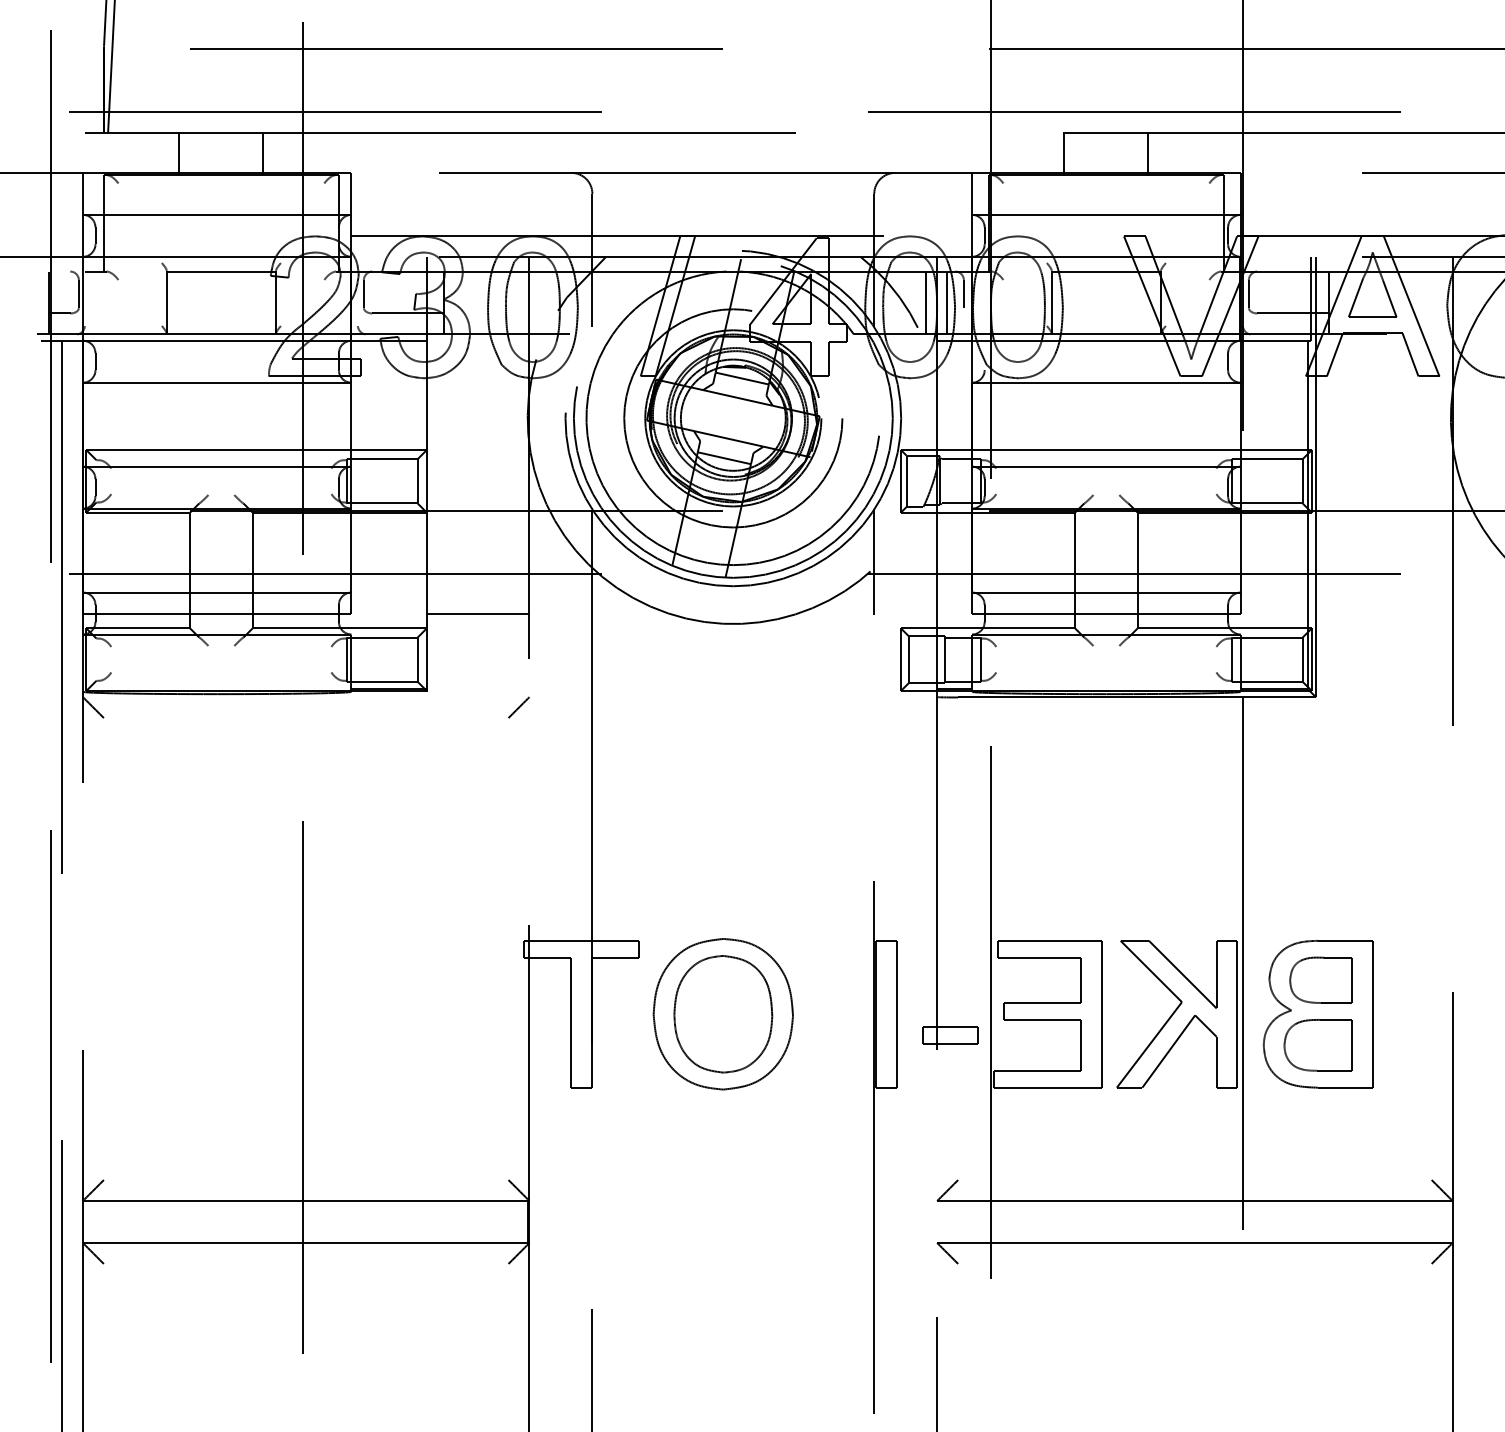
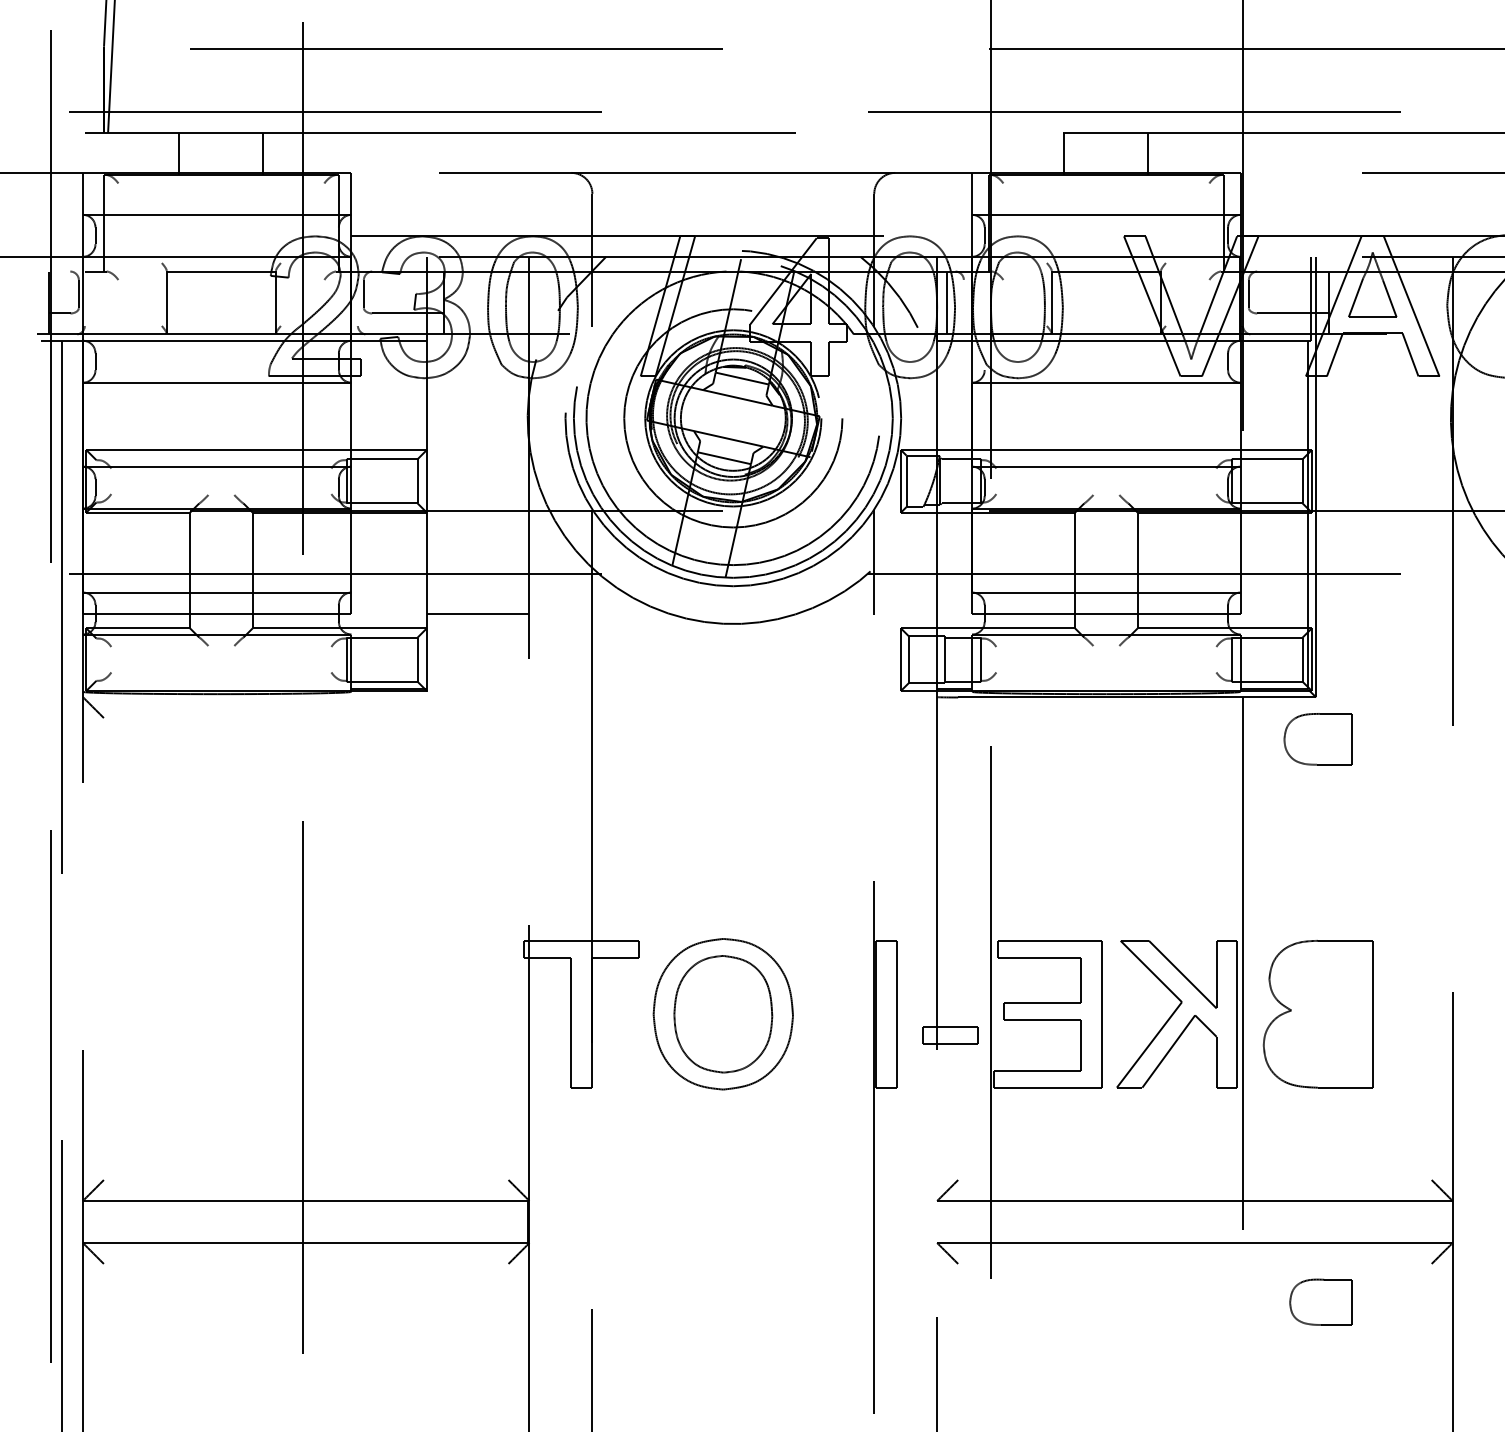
line at (963, 293): present -> none
line at (925, 302): present -> none
line at (518, 707): present -> none
part at (1320, 979) position: (1320, 979) -> (1320, 1301)
part at (1317, 1045) position: (1317, 1045) -> (1317, 739)
